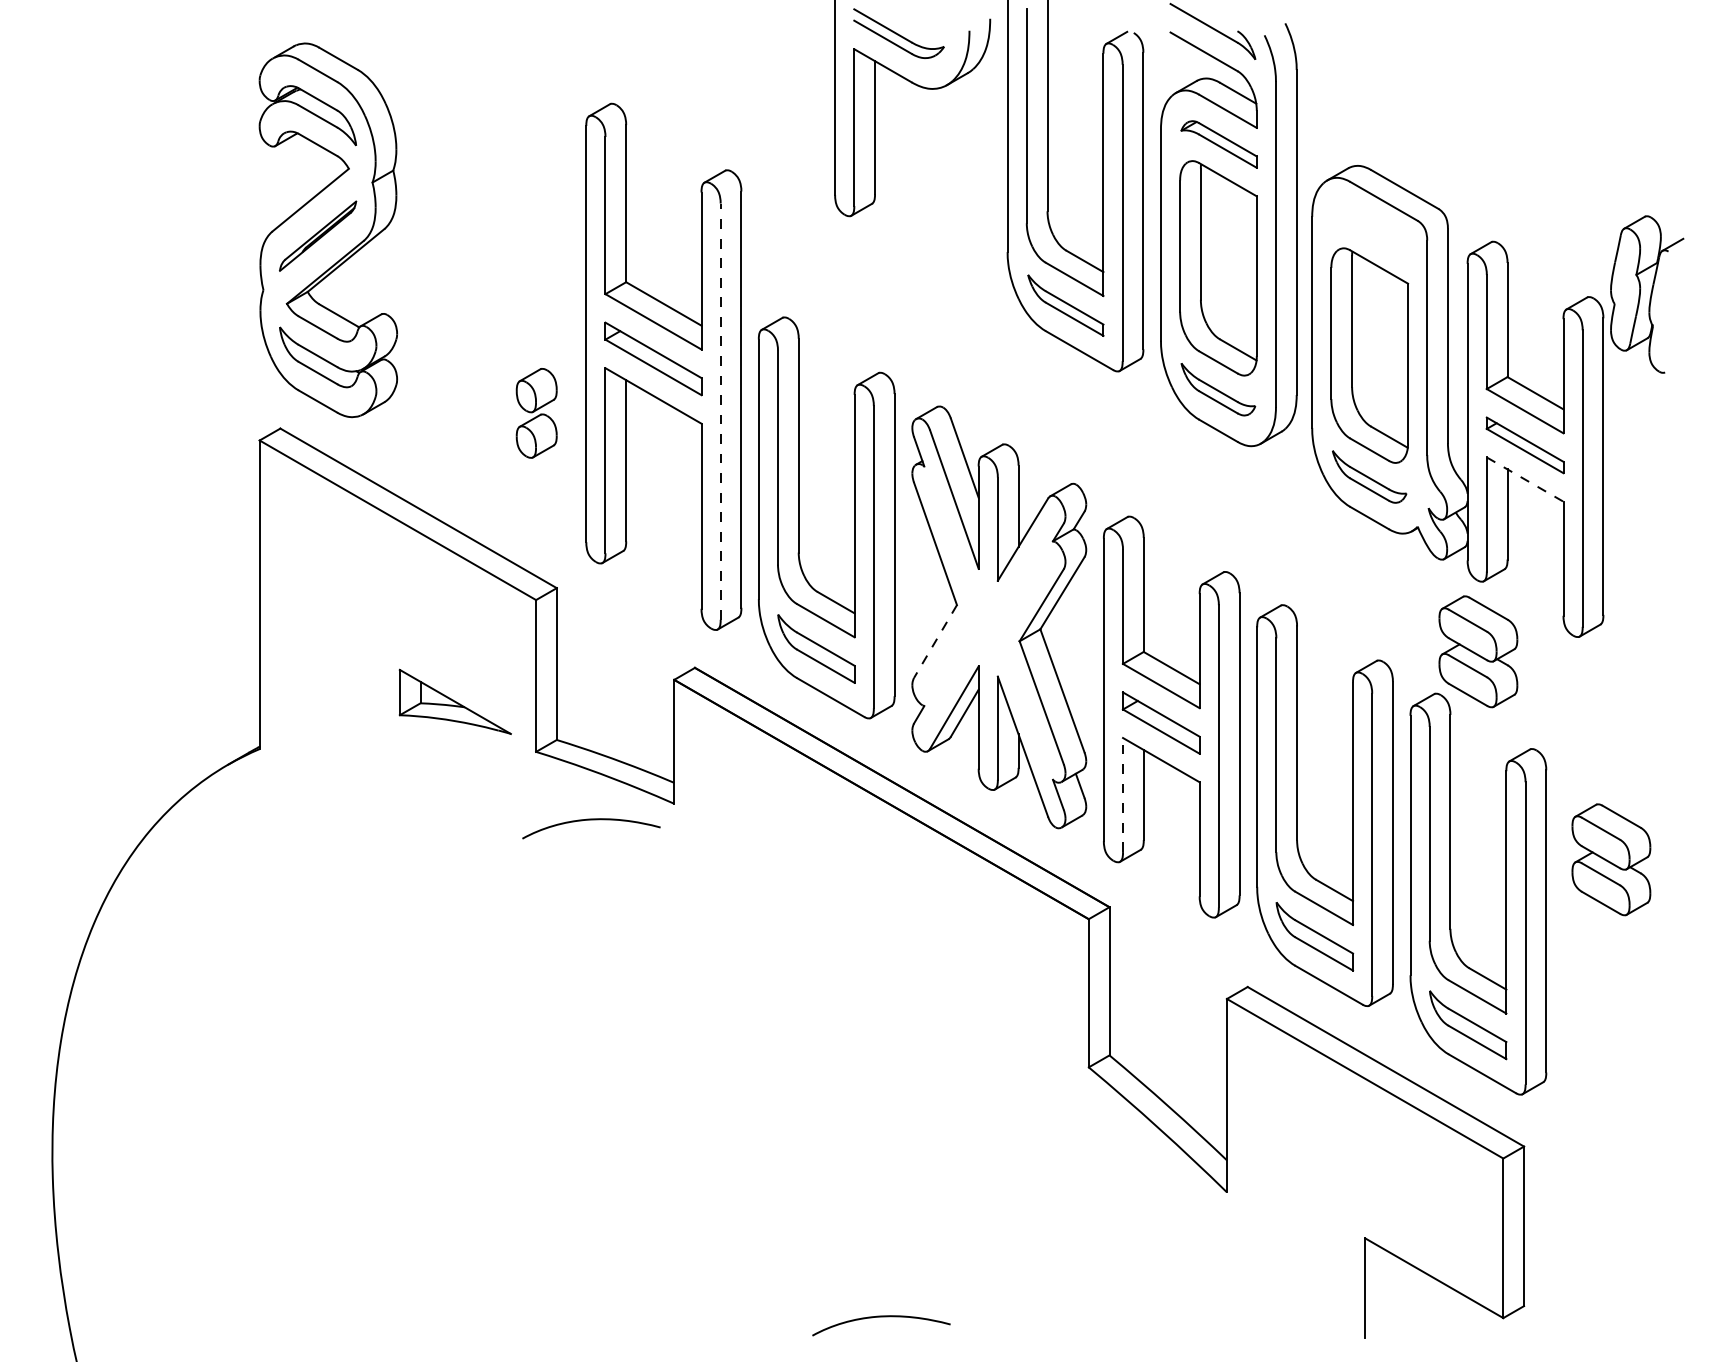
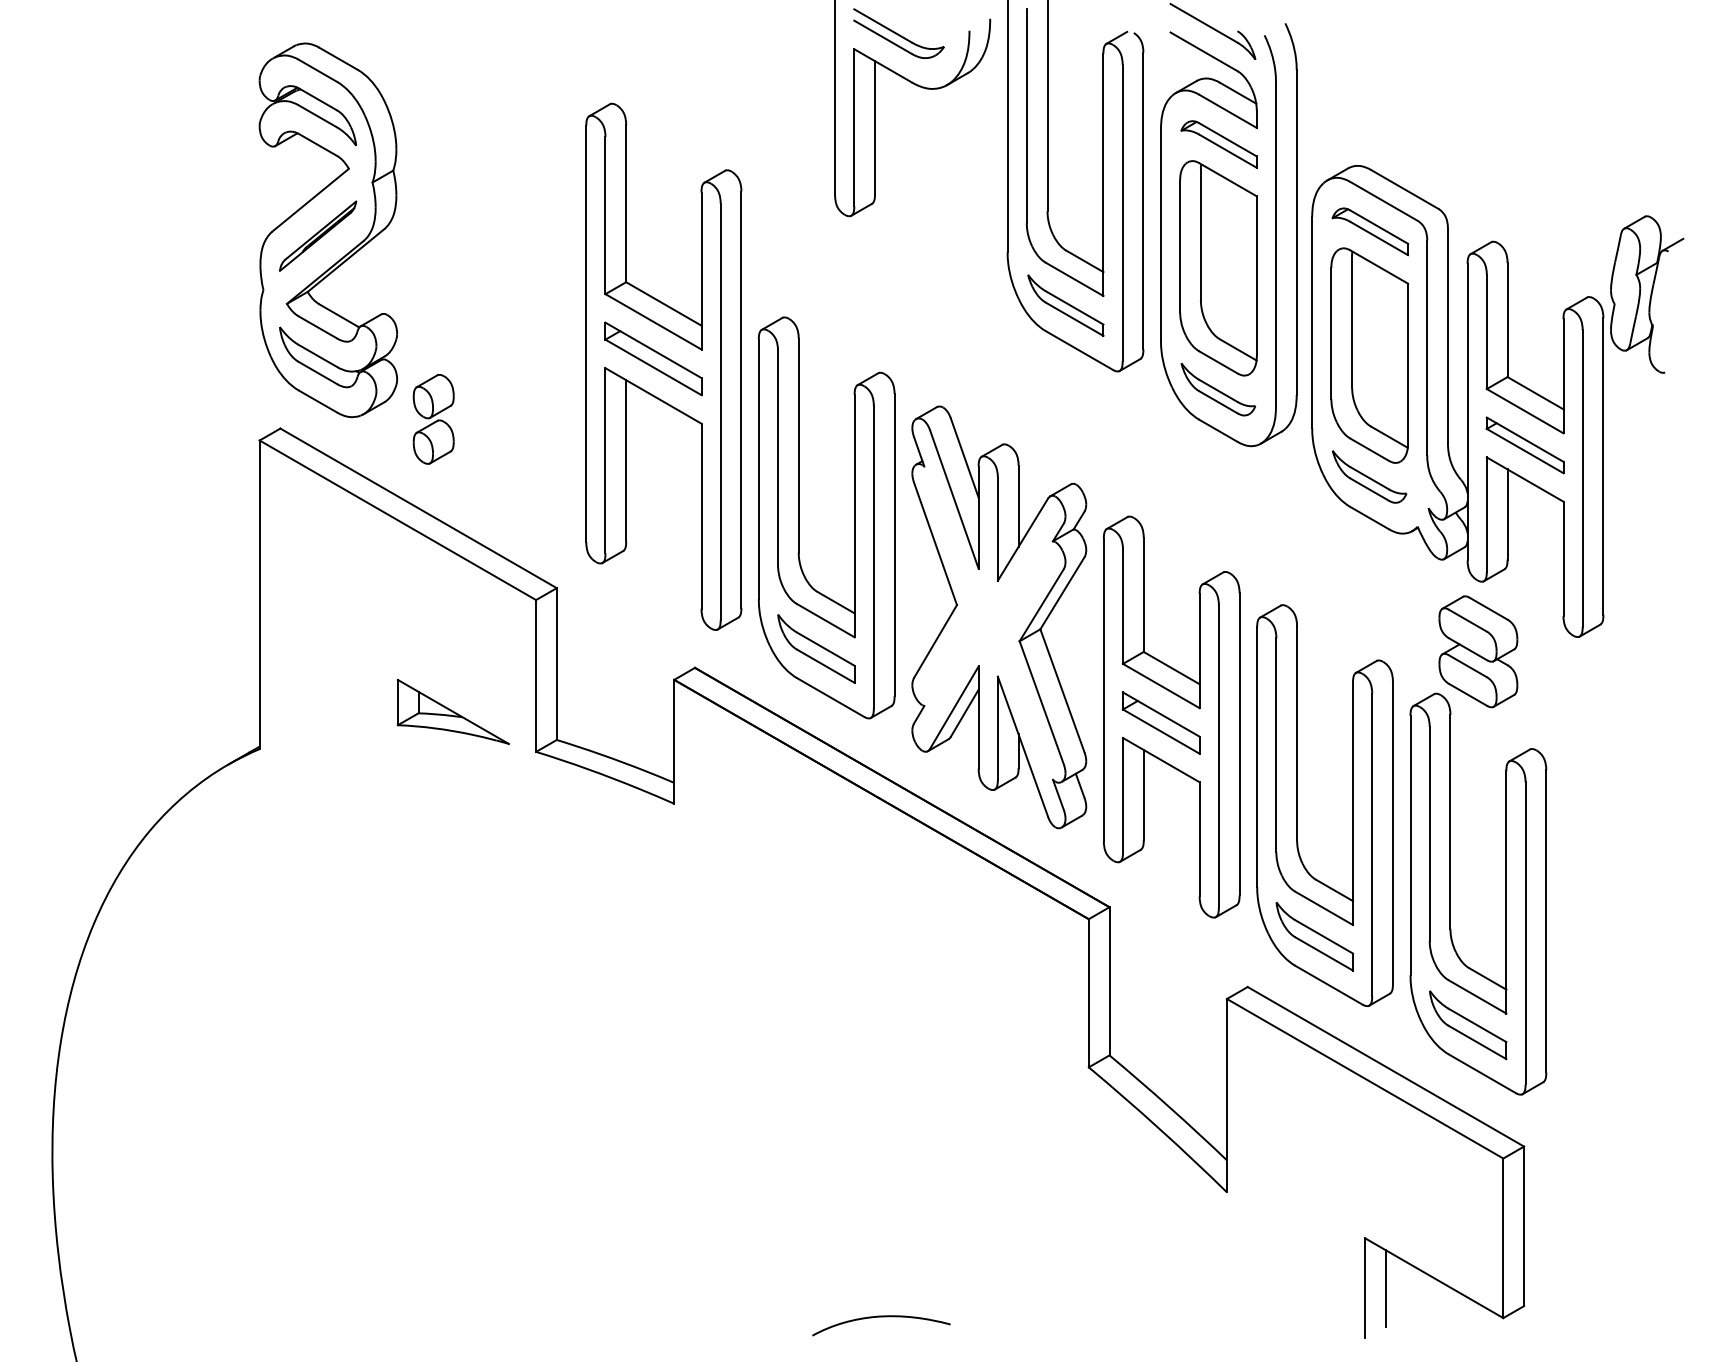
part at (1370, 231): none -> present
line at (720, 411): dashed -> solid
part at (536, 413) position: (536, 413) -> (433, 419)
line at (1525, 479): dashed -> solid
line at (935, 641): dashed -> solid
part at (454, 701) position: (454, 701) -> (452, 711)
line at (1123, 794): dashed -> solid
curve at (591, 820): present -> none
part at (1611, 859): present -> none
line at (1385, 1288): none -> present
